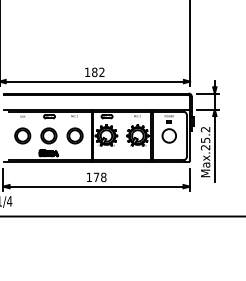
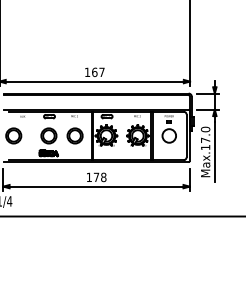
text at (98, 71): 182 -> 167
part at (22, 135) position: (22, 135) -> (13, 135)
text at (205, 138): Max.25.2 -> Max.17.0
